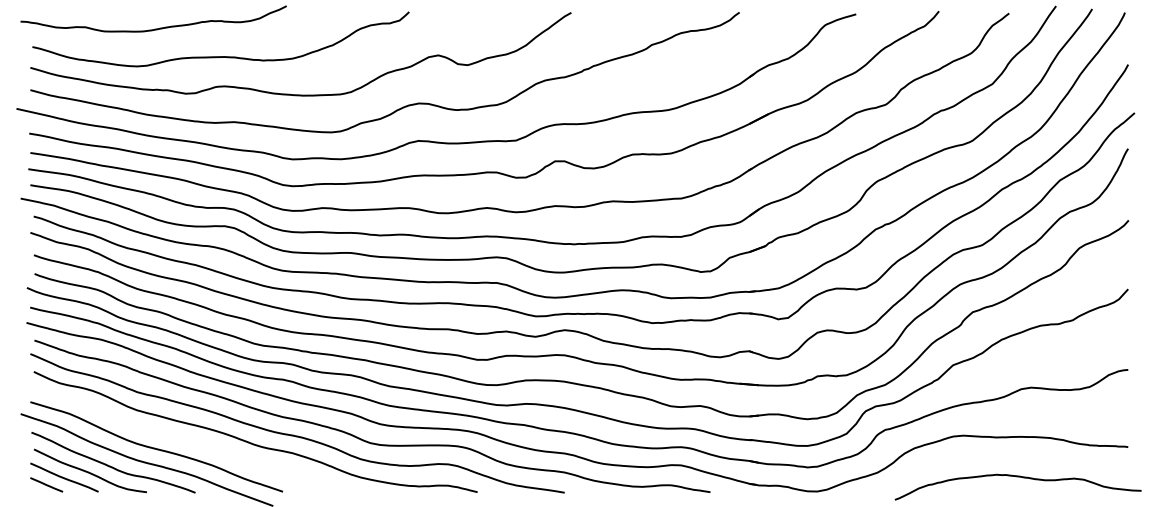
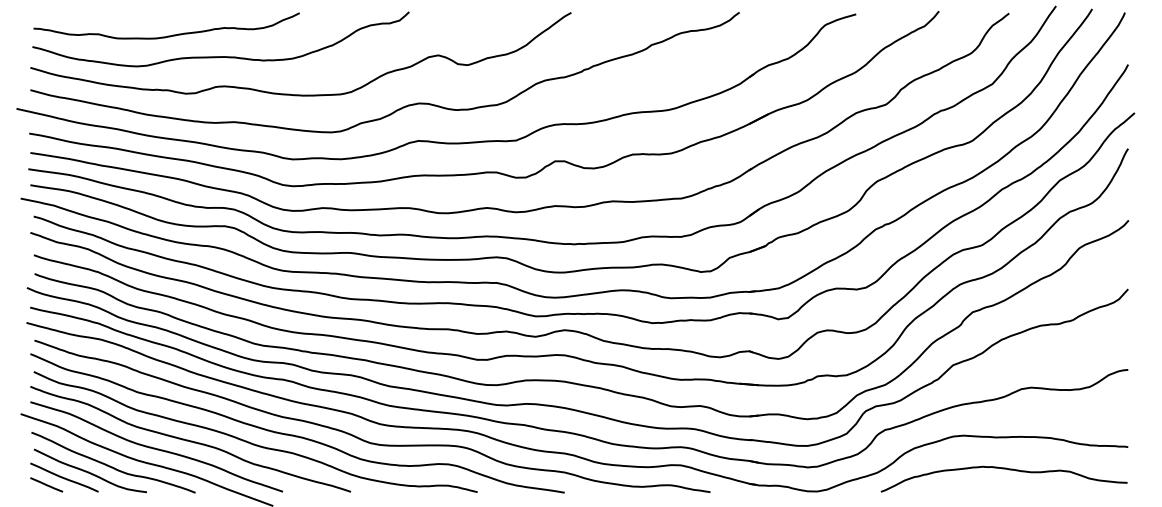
curve at (154, 28) position: (154, 28) -> (167, 35)
curve at (190, 440): none -> present
curve at (1017, 477) position: (1017, 477) -> (1003, 469)
